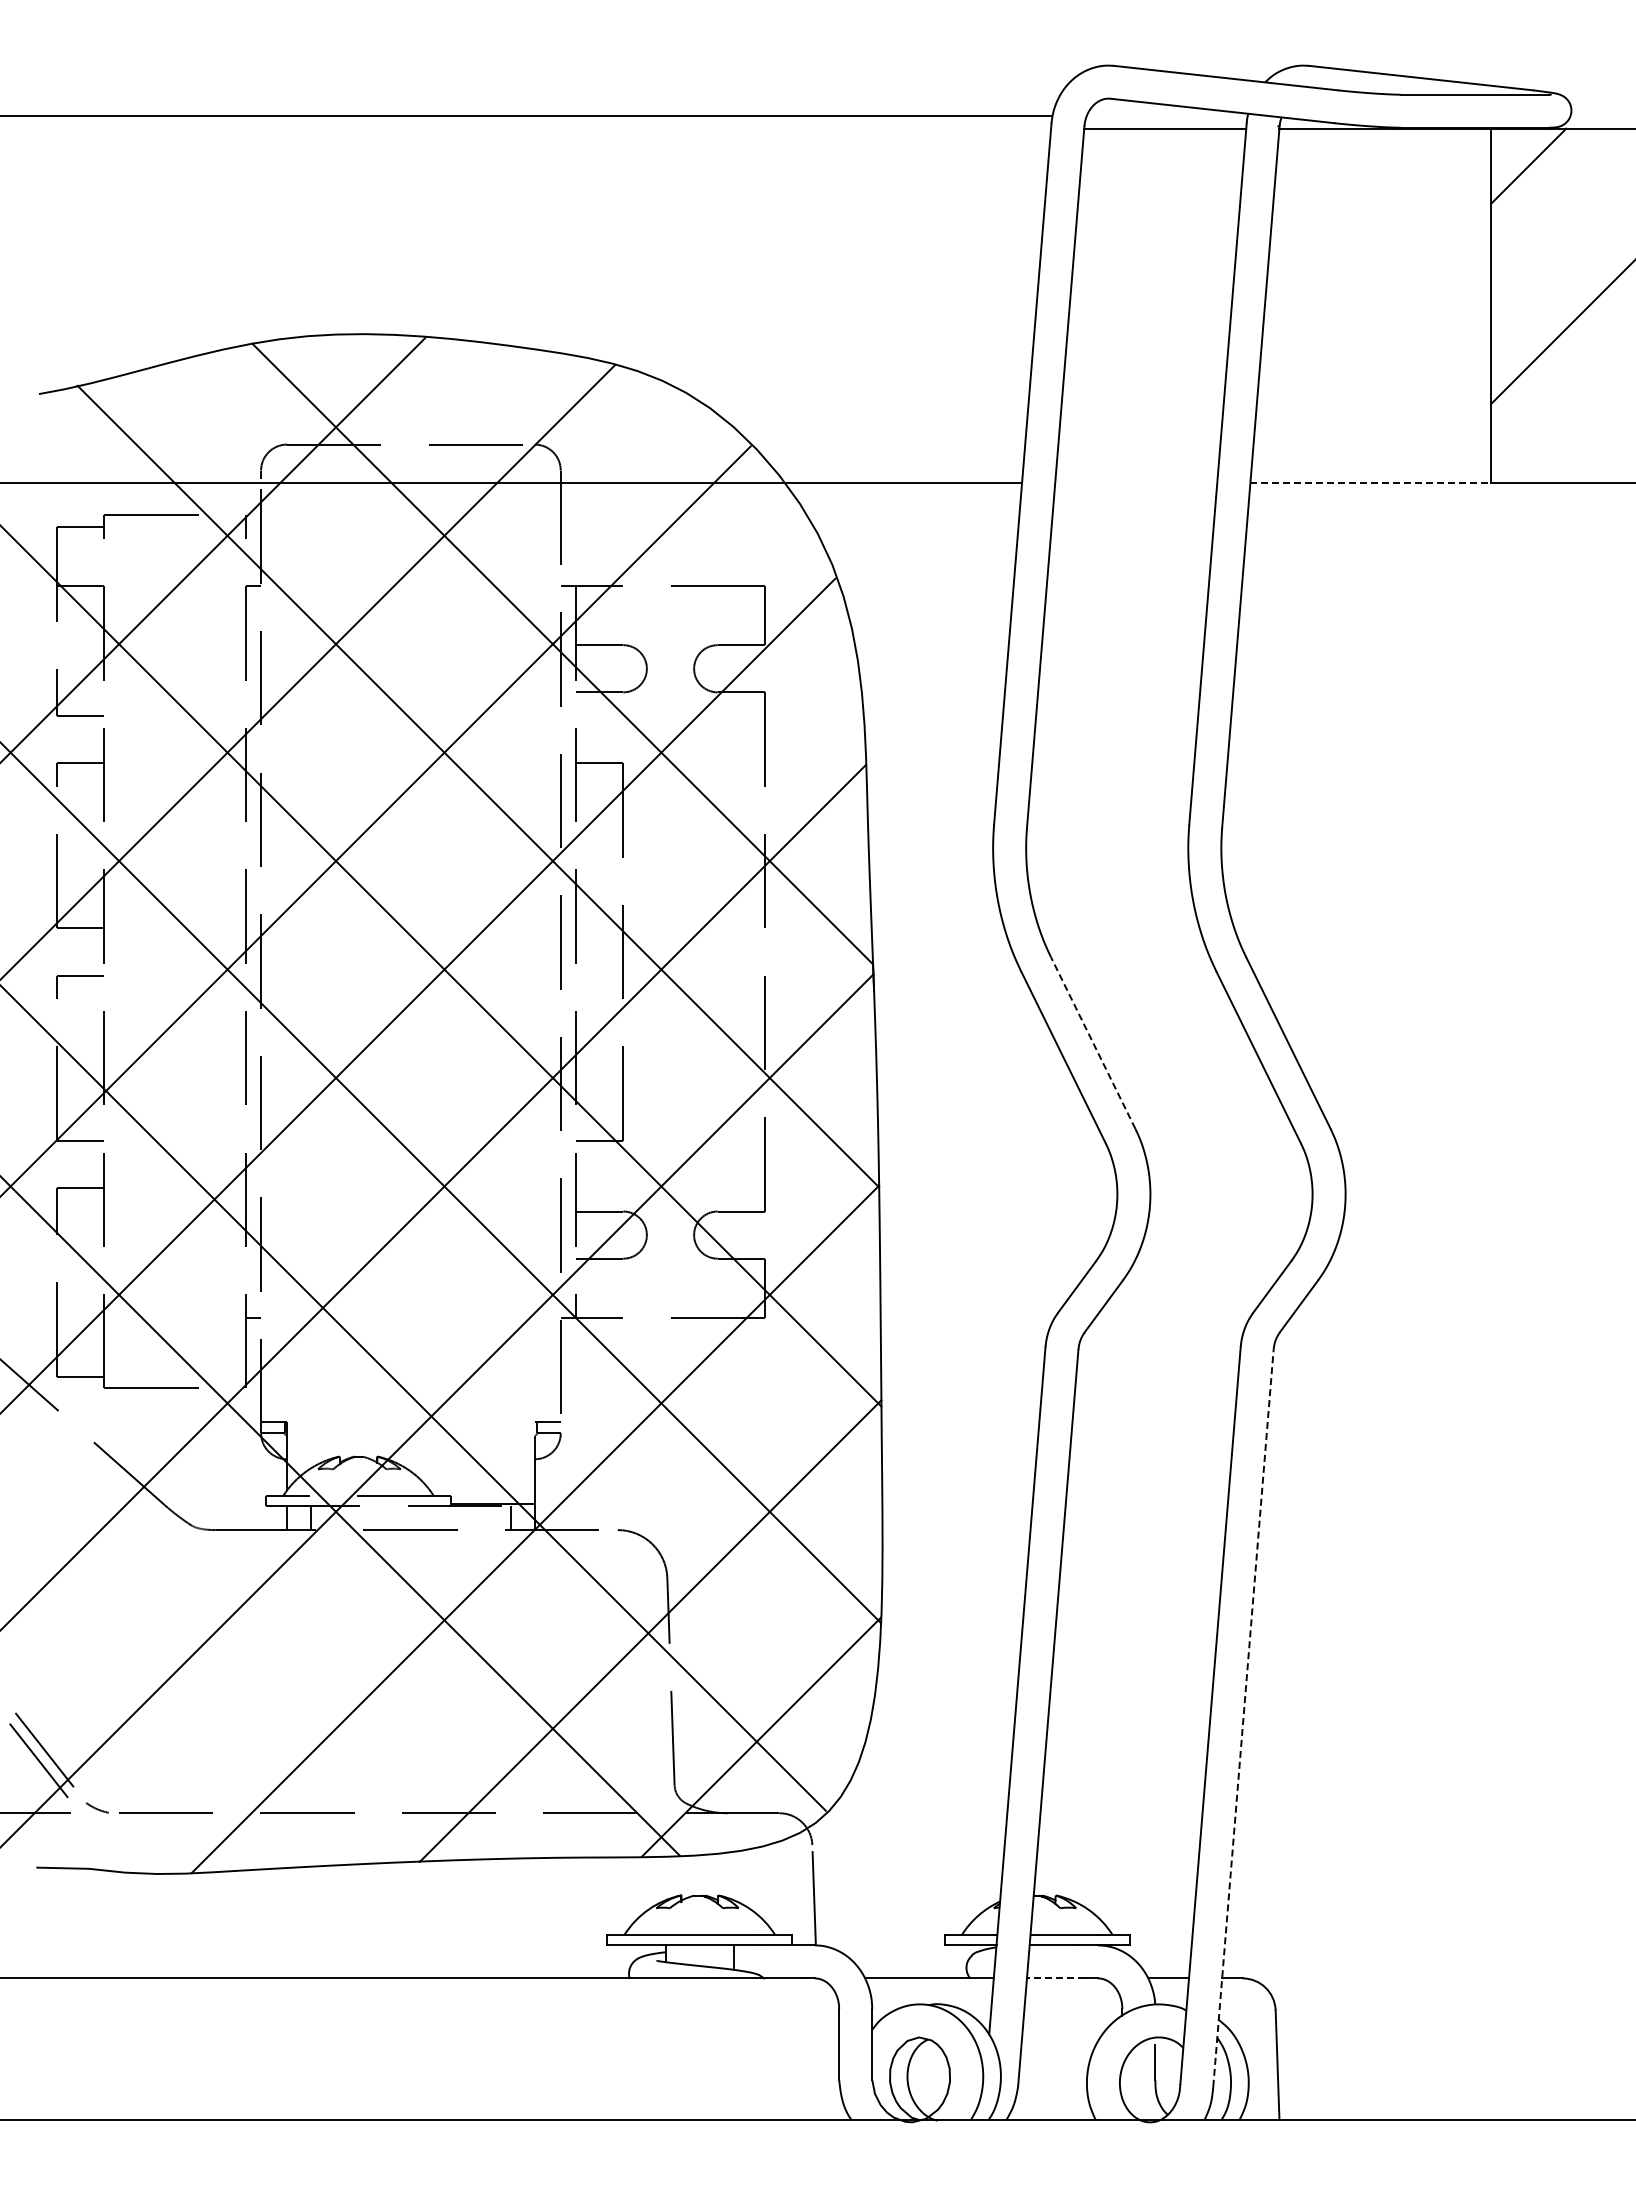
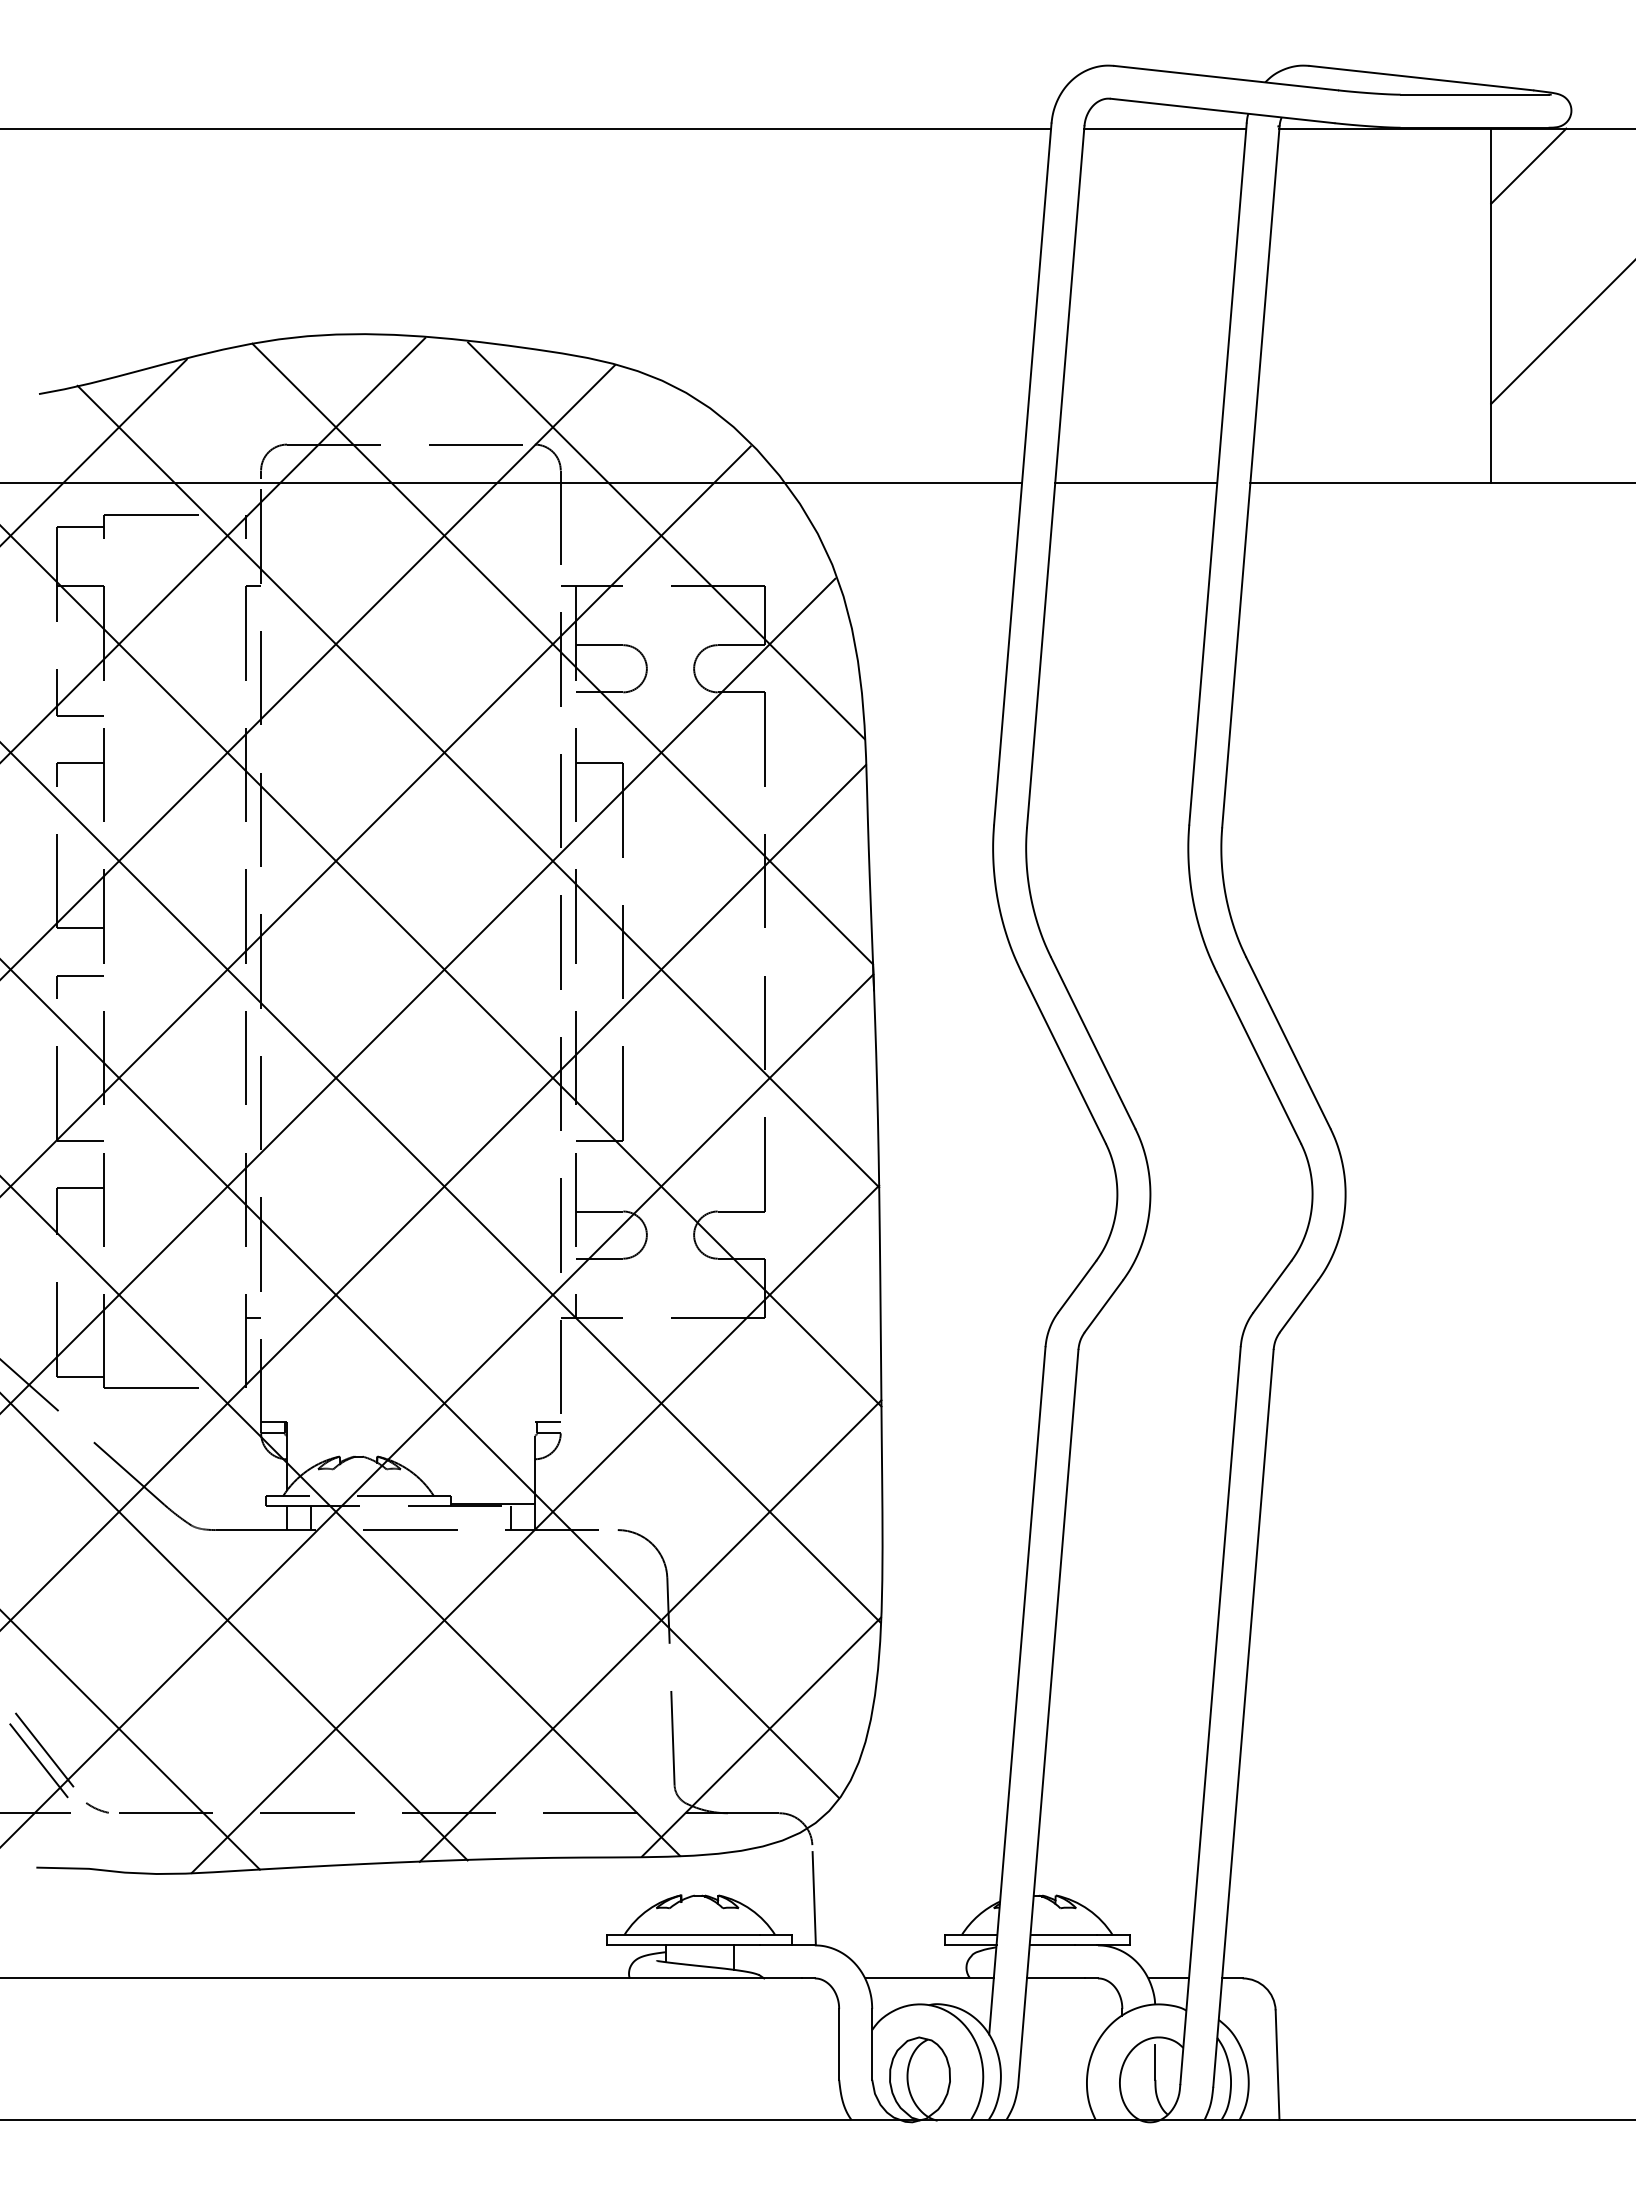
line at (526, 115) position: (526, 115) -> (526, 128)
line at (94, 451): none -> present
line at (1136, 482): none -> present
line at (1371, 482): dashed -> solid
line at (666, 540): none -> present
line at (1093, 1042): dashed -> solid
line at (413, 1398) position: (413, 1398) -> (420, 1379)
line at (234, 1627): none -> present
line at (1243, 1718): dashed -> solid
line at (130, 1740): none -> present
line at (1055, 1978): dashed -> solid
